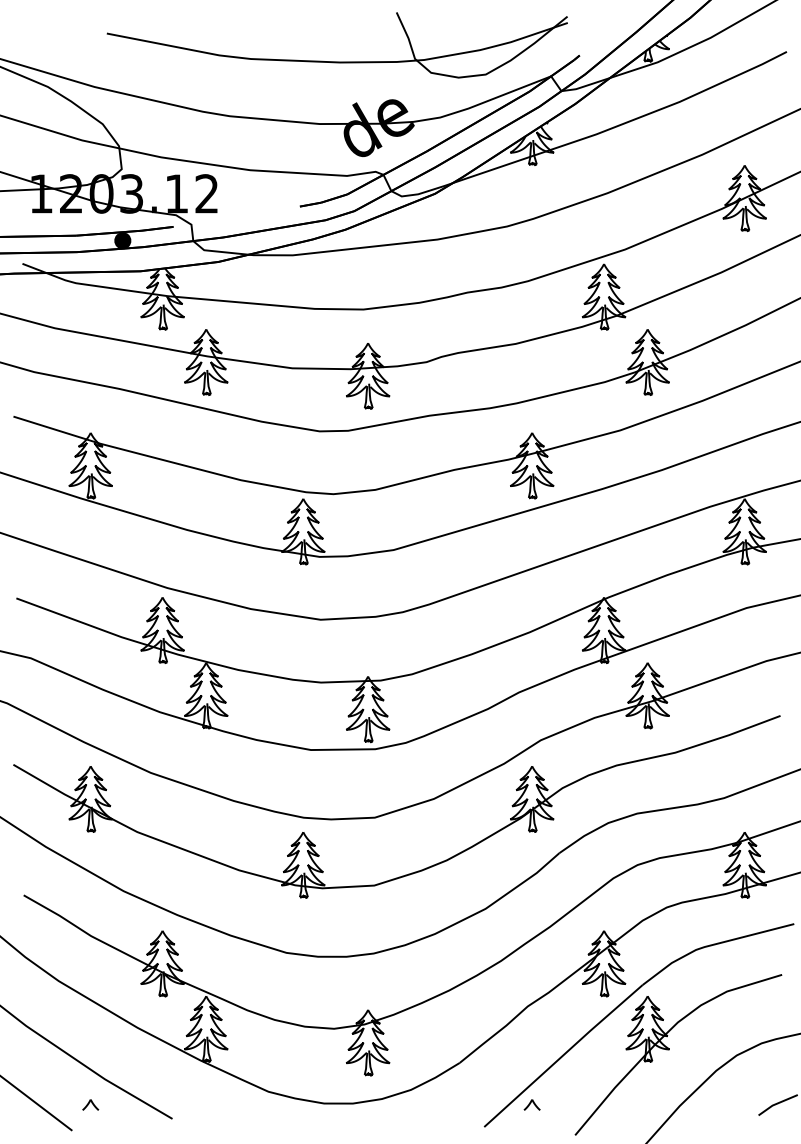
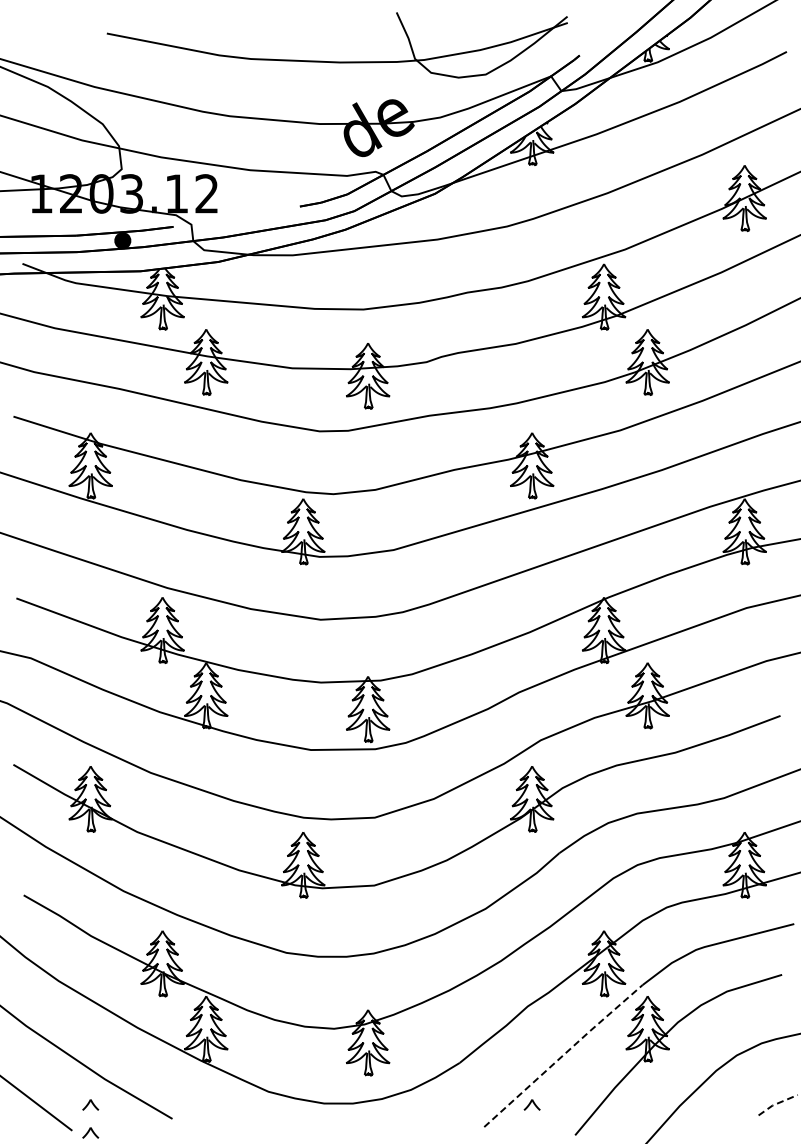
line at (563, 1054): solid -> dashed
line at (777, 1103): solid -> dashed
part at (90, 1132): none -> present
